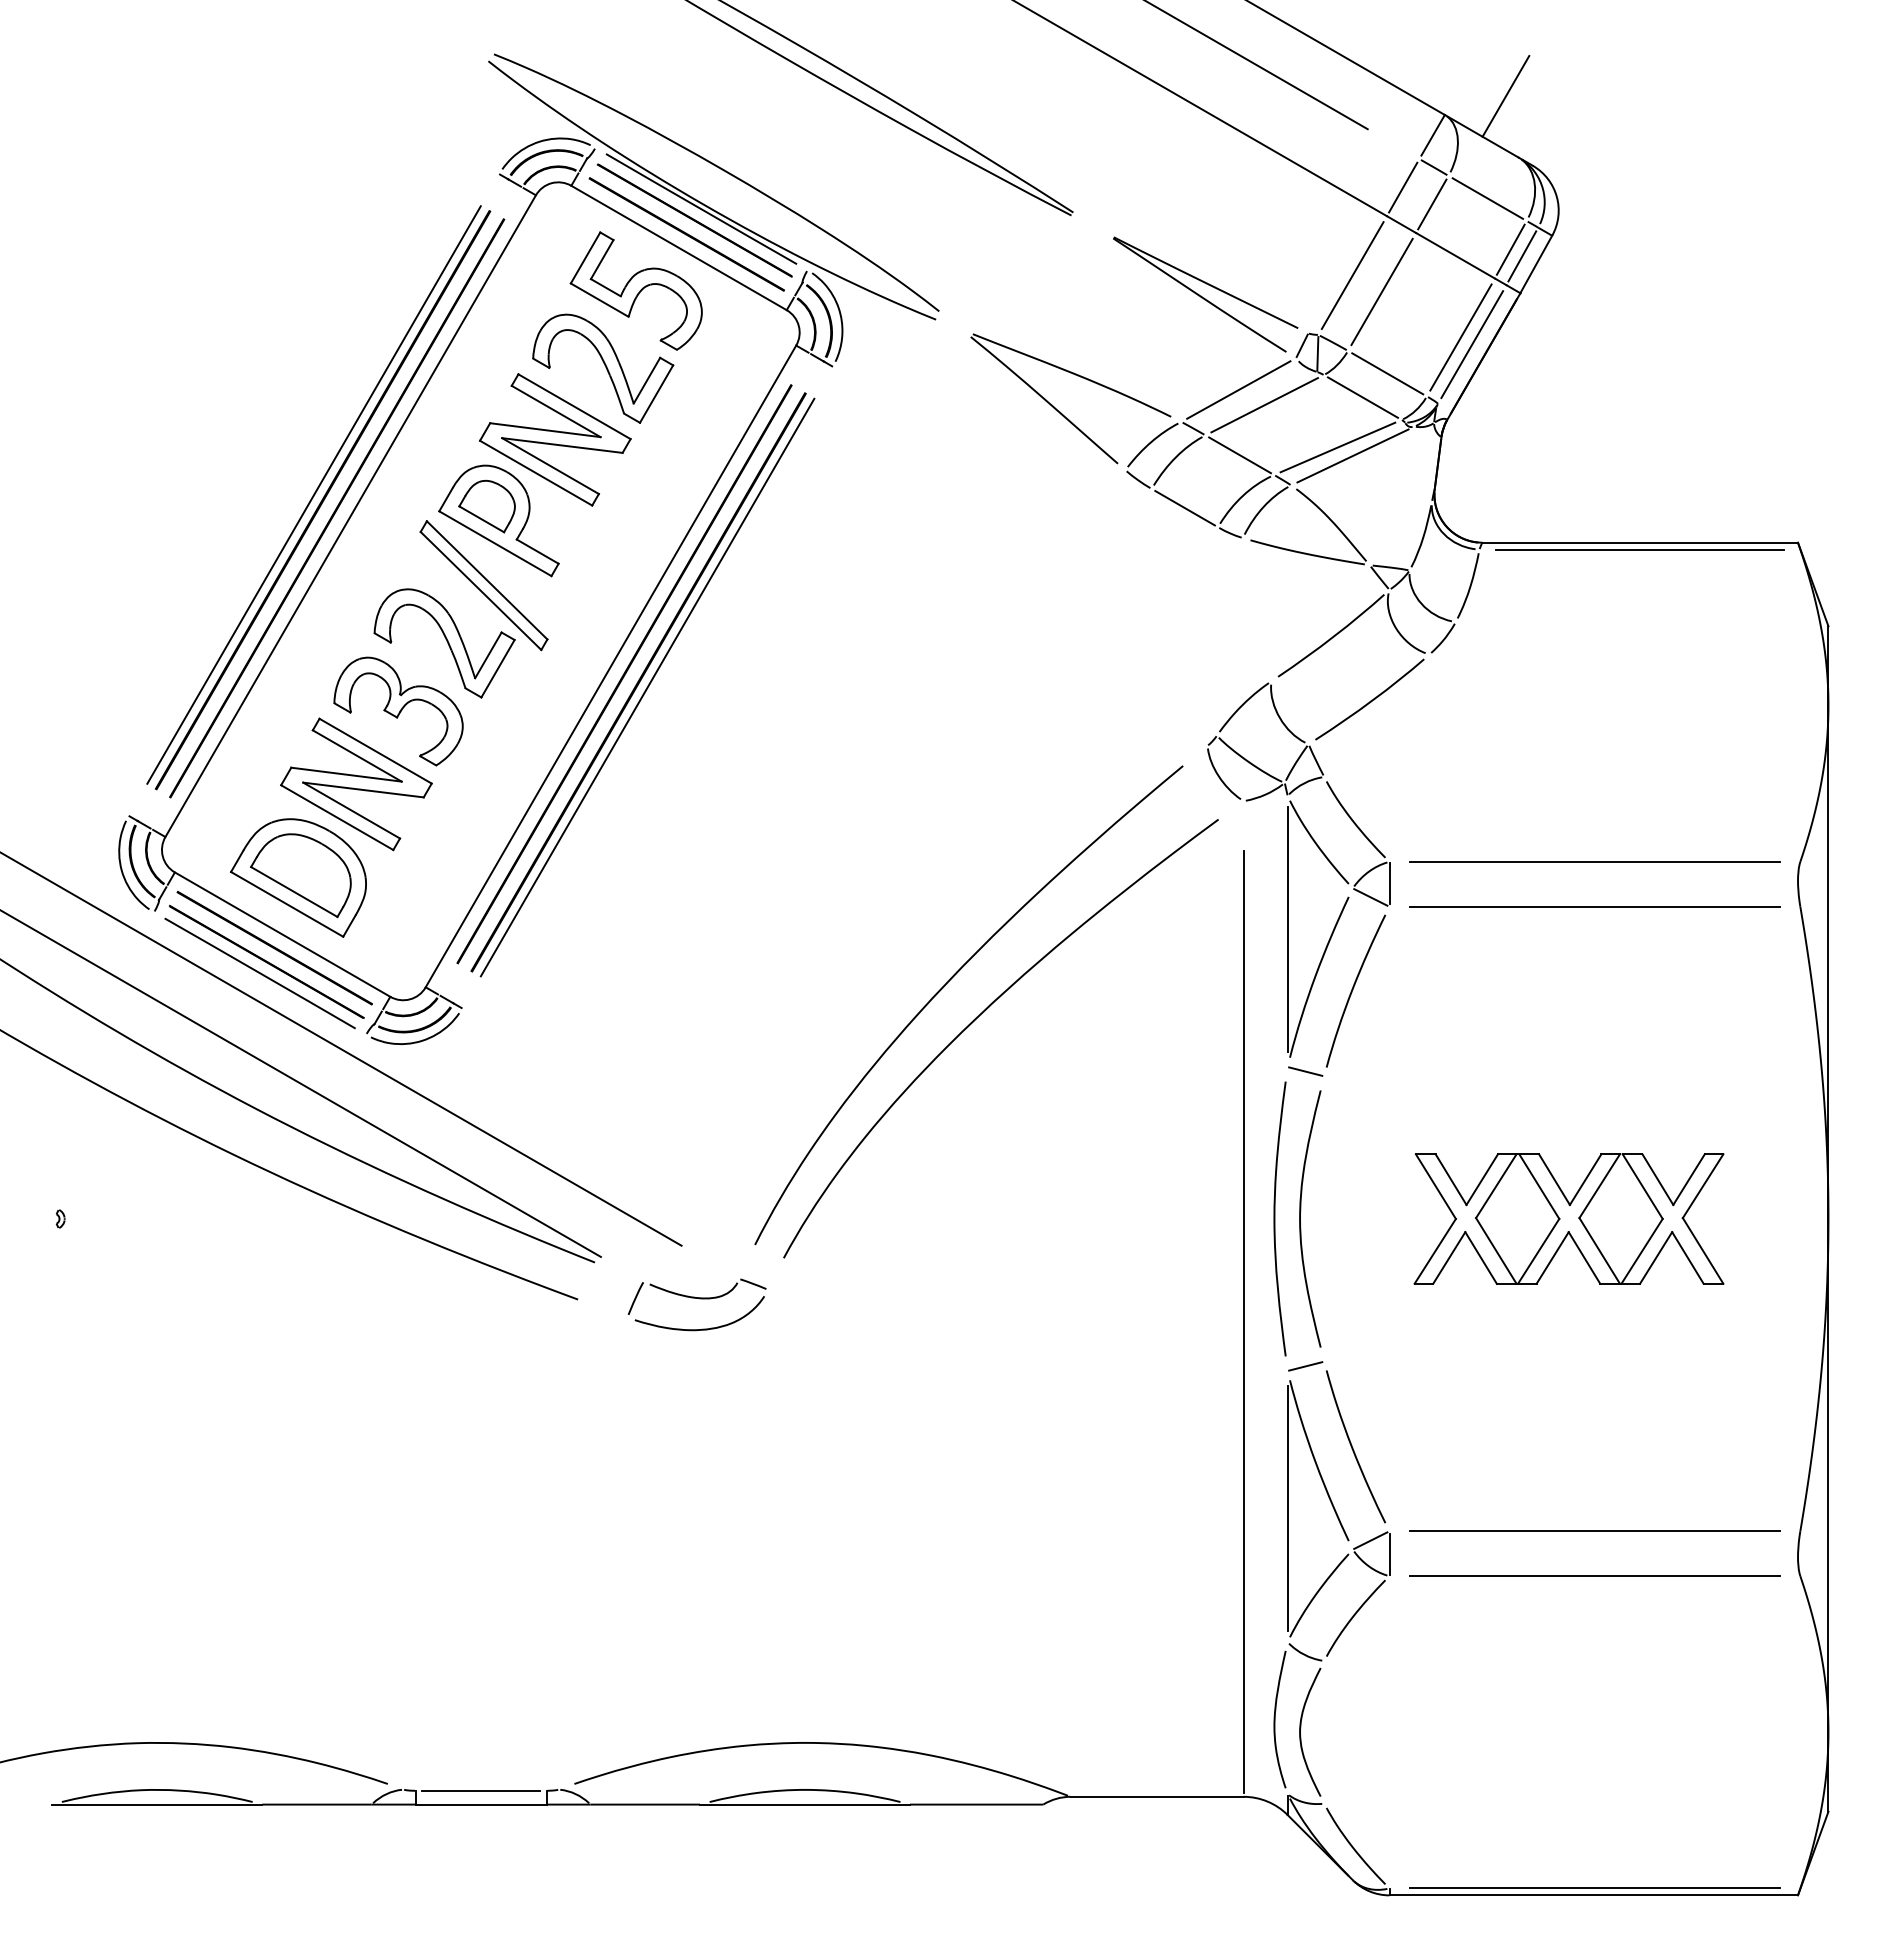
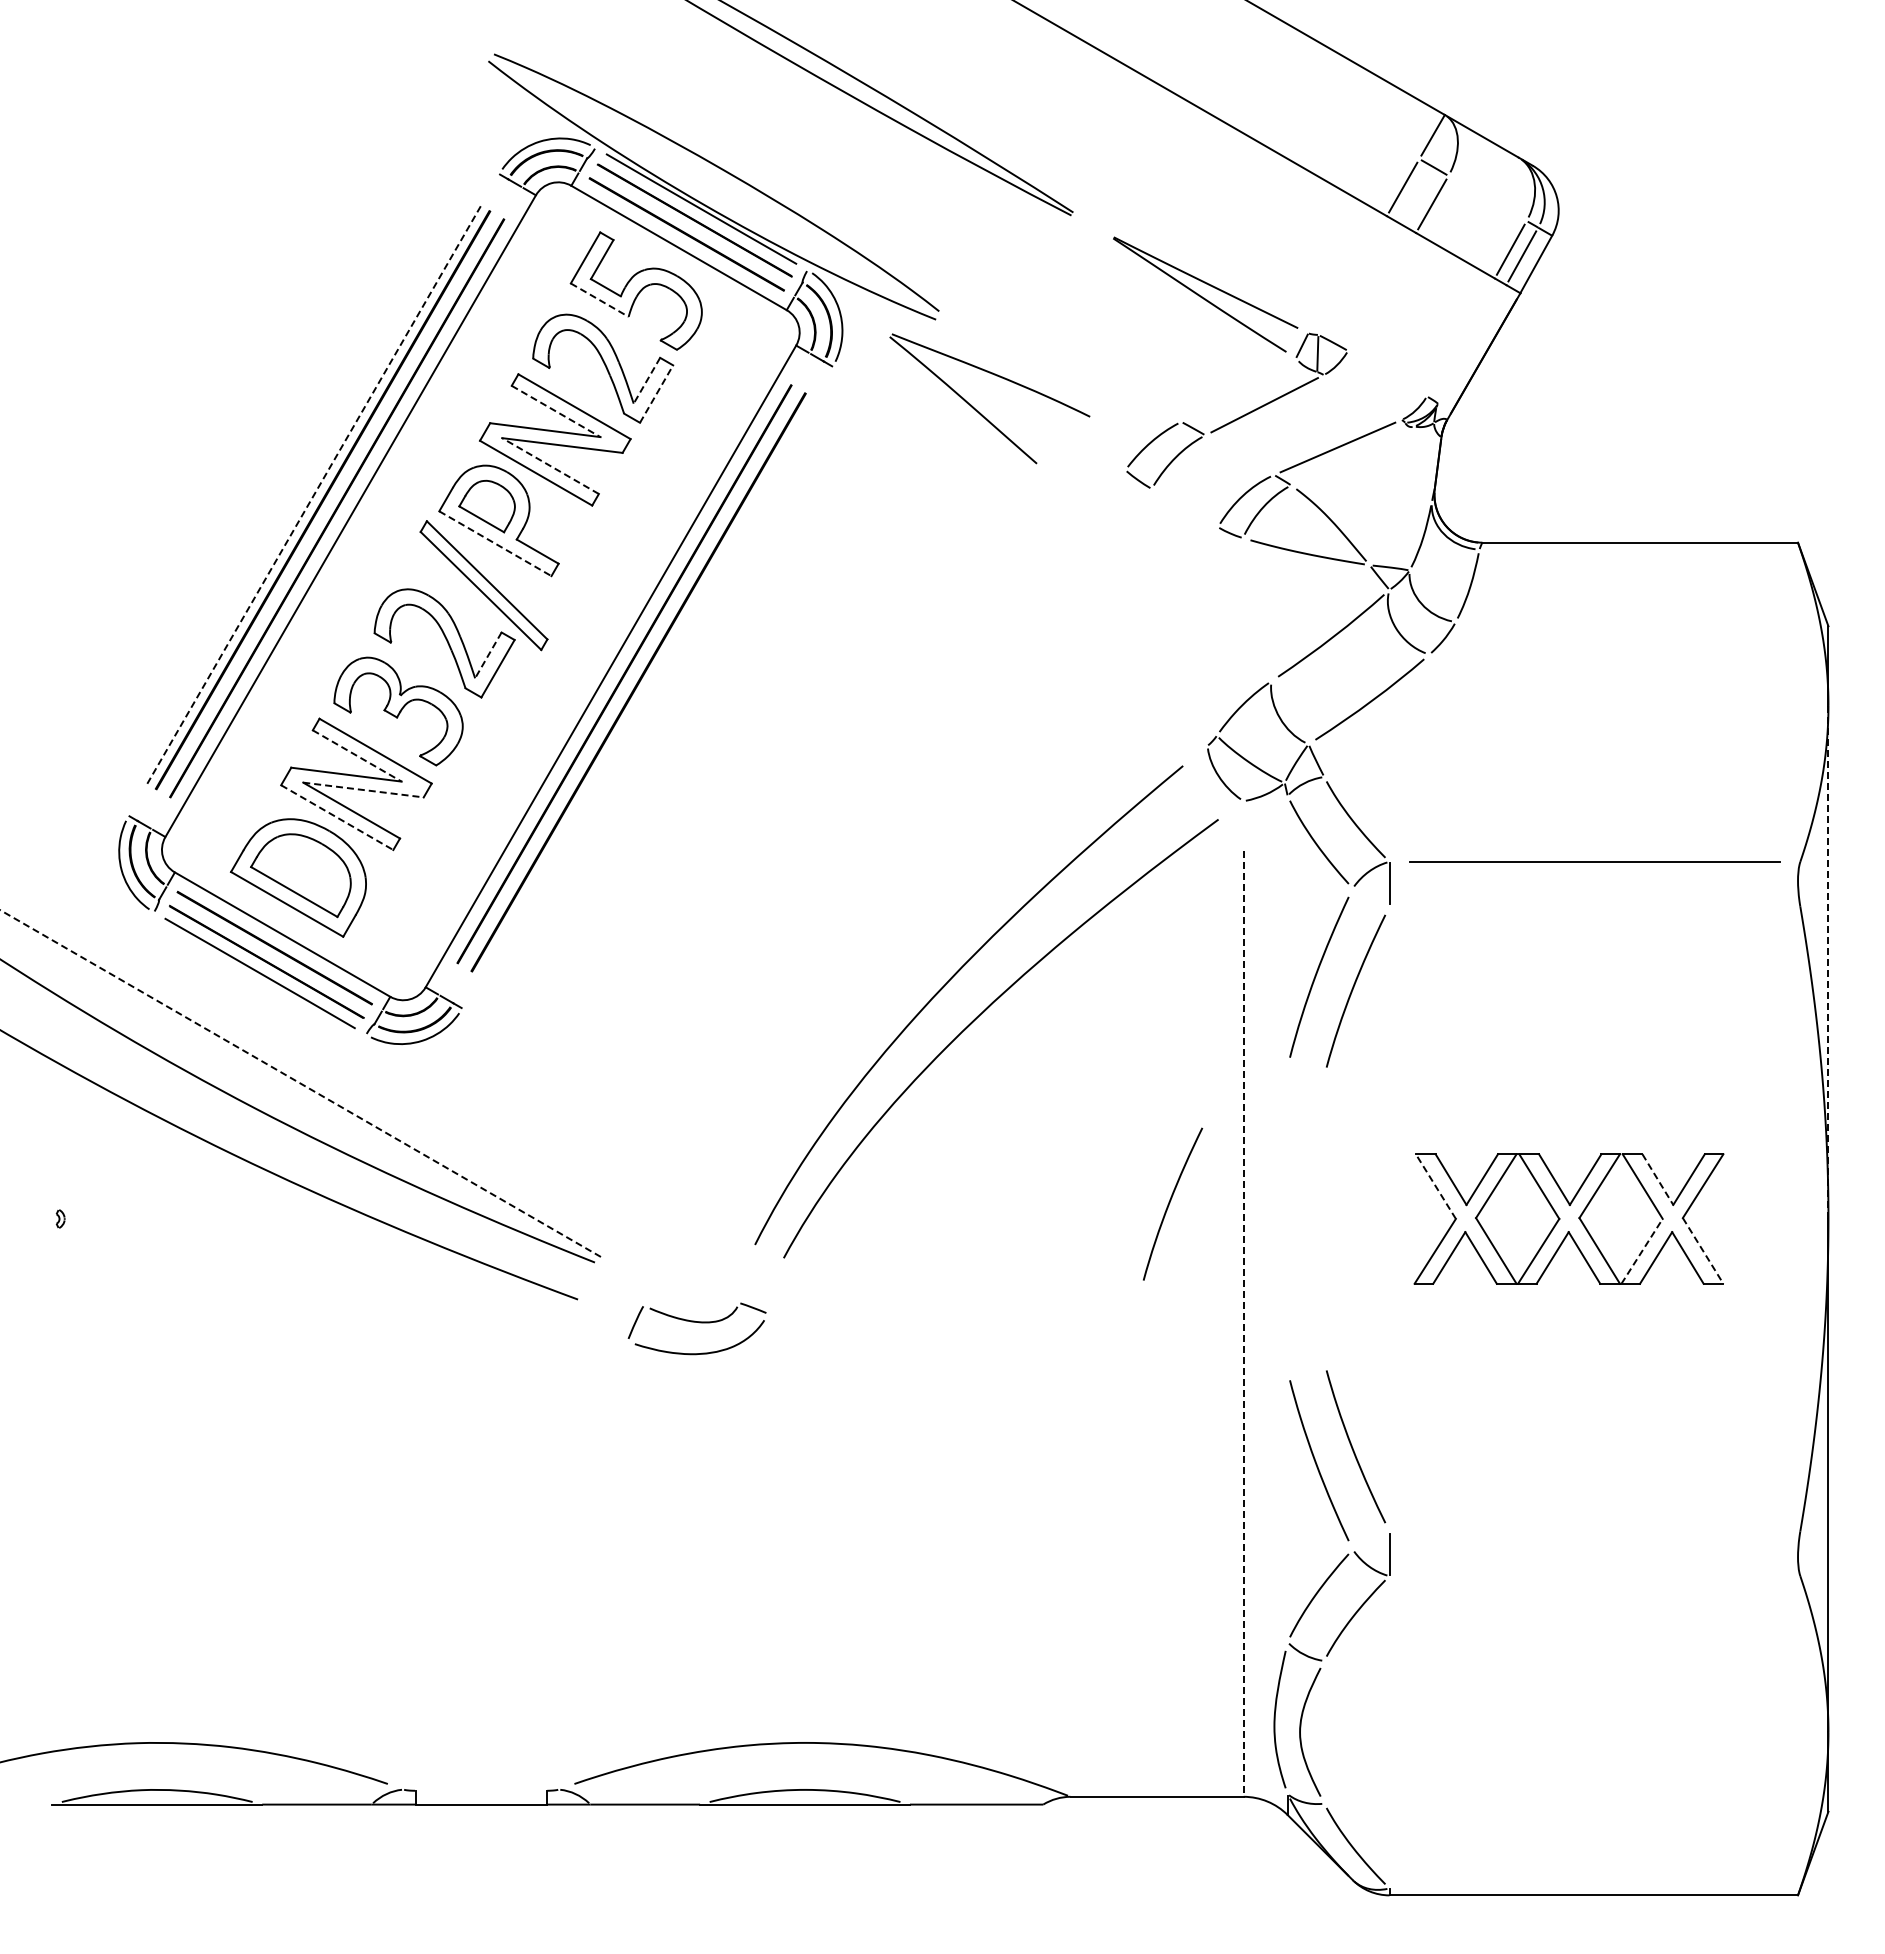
line at (1257, 65): present -> none
line at (1505, 96): present -> none
line at (1487, 198): present -> none
line at (1352, 275): present -> none
line at (1381, 291): present -> none
line at (600, 300): solid -> dashed
line at (1460, 337): present -> none
line at (1472, 344): present -> none
line at (1387, 373): present -> none
line at (646, 381): solid -> dashed
line at (1238, 389): present -> none
line at (656, 393): solid -> dashed
line at (1362, 397): present -> none
line at (556, 411): solid -> dashed
part at (1060, 411) position: (1060, 411) -> (979, 411)
line at (1240, 455): present -> none
line at (1352, 455): present -> none
line at (550, 466): solid -> dashed
line at (313, 495): solid -> dashed
line at (1184, 508): present -> none
line at (495, 543): solid -> dashed
line at (1639, 549): present -> none
line at (488, 655): solid -> dashed
line at (647, 687): present -> none
line at (357, 756): solid -> dashed
line at (363, 790): solid -> dashed
line at (337, 817): solid -> dashed
line at (1370, 897): present -> none
line at (1594, 906): present -> none
line at (1287, 929): present -> none
line at (1828, 962): solid -> dashed
line at (341, 1049): present -> none
line at (1305, 1071): present -> none
line at (300, 1083): solid -> dashed
line at (1657, 1179): solid -> dashed
line at (1435, 1186): solid -> dashed
curve at (1170, 1203): none -> present
curve at (1275, 1218): present -> none
curve at (1300, 1218): present -> none
line at (1642, 1250): solid -> dashed
line at (1703, 1250): solid -> dashed
part at (696, 1304) position: (696, 1304) -> (696, 1328)
line at (1243, 1322): solid -> dashed
line at (1305, 1366): present -> none
line at (1287, 1508): present -> none
line at (1594, 1531): present -> none
line at (1370, 1540): present -> none
line at (1594, 1576): present -> none
line at (480, 1790): present -> none
line at (1594, 1888): present -> none
